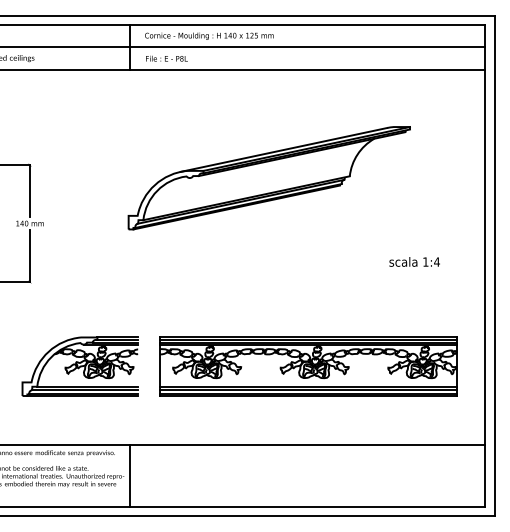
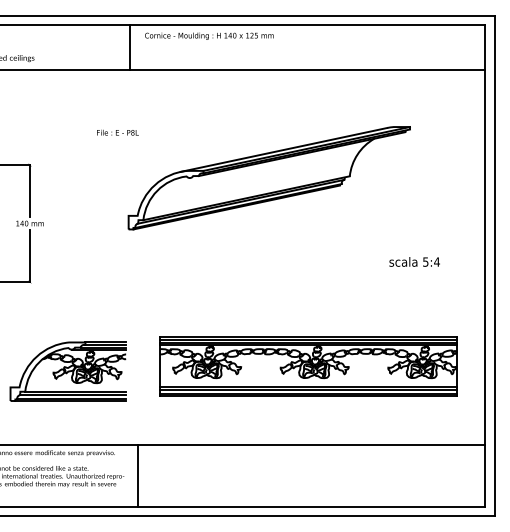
line at (243, 46): present -> none
text at (166, 58) position: (166, 58) -> (117, 132)
text at (425, 261): 1:4 -> 5:4
part at (79, 366) position: (79, 366) -> (67, 371)
line at (129, 475) position: (129, 475) -> (137, 475)
